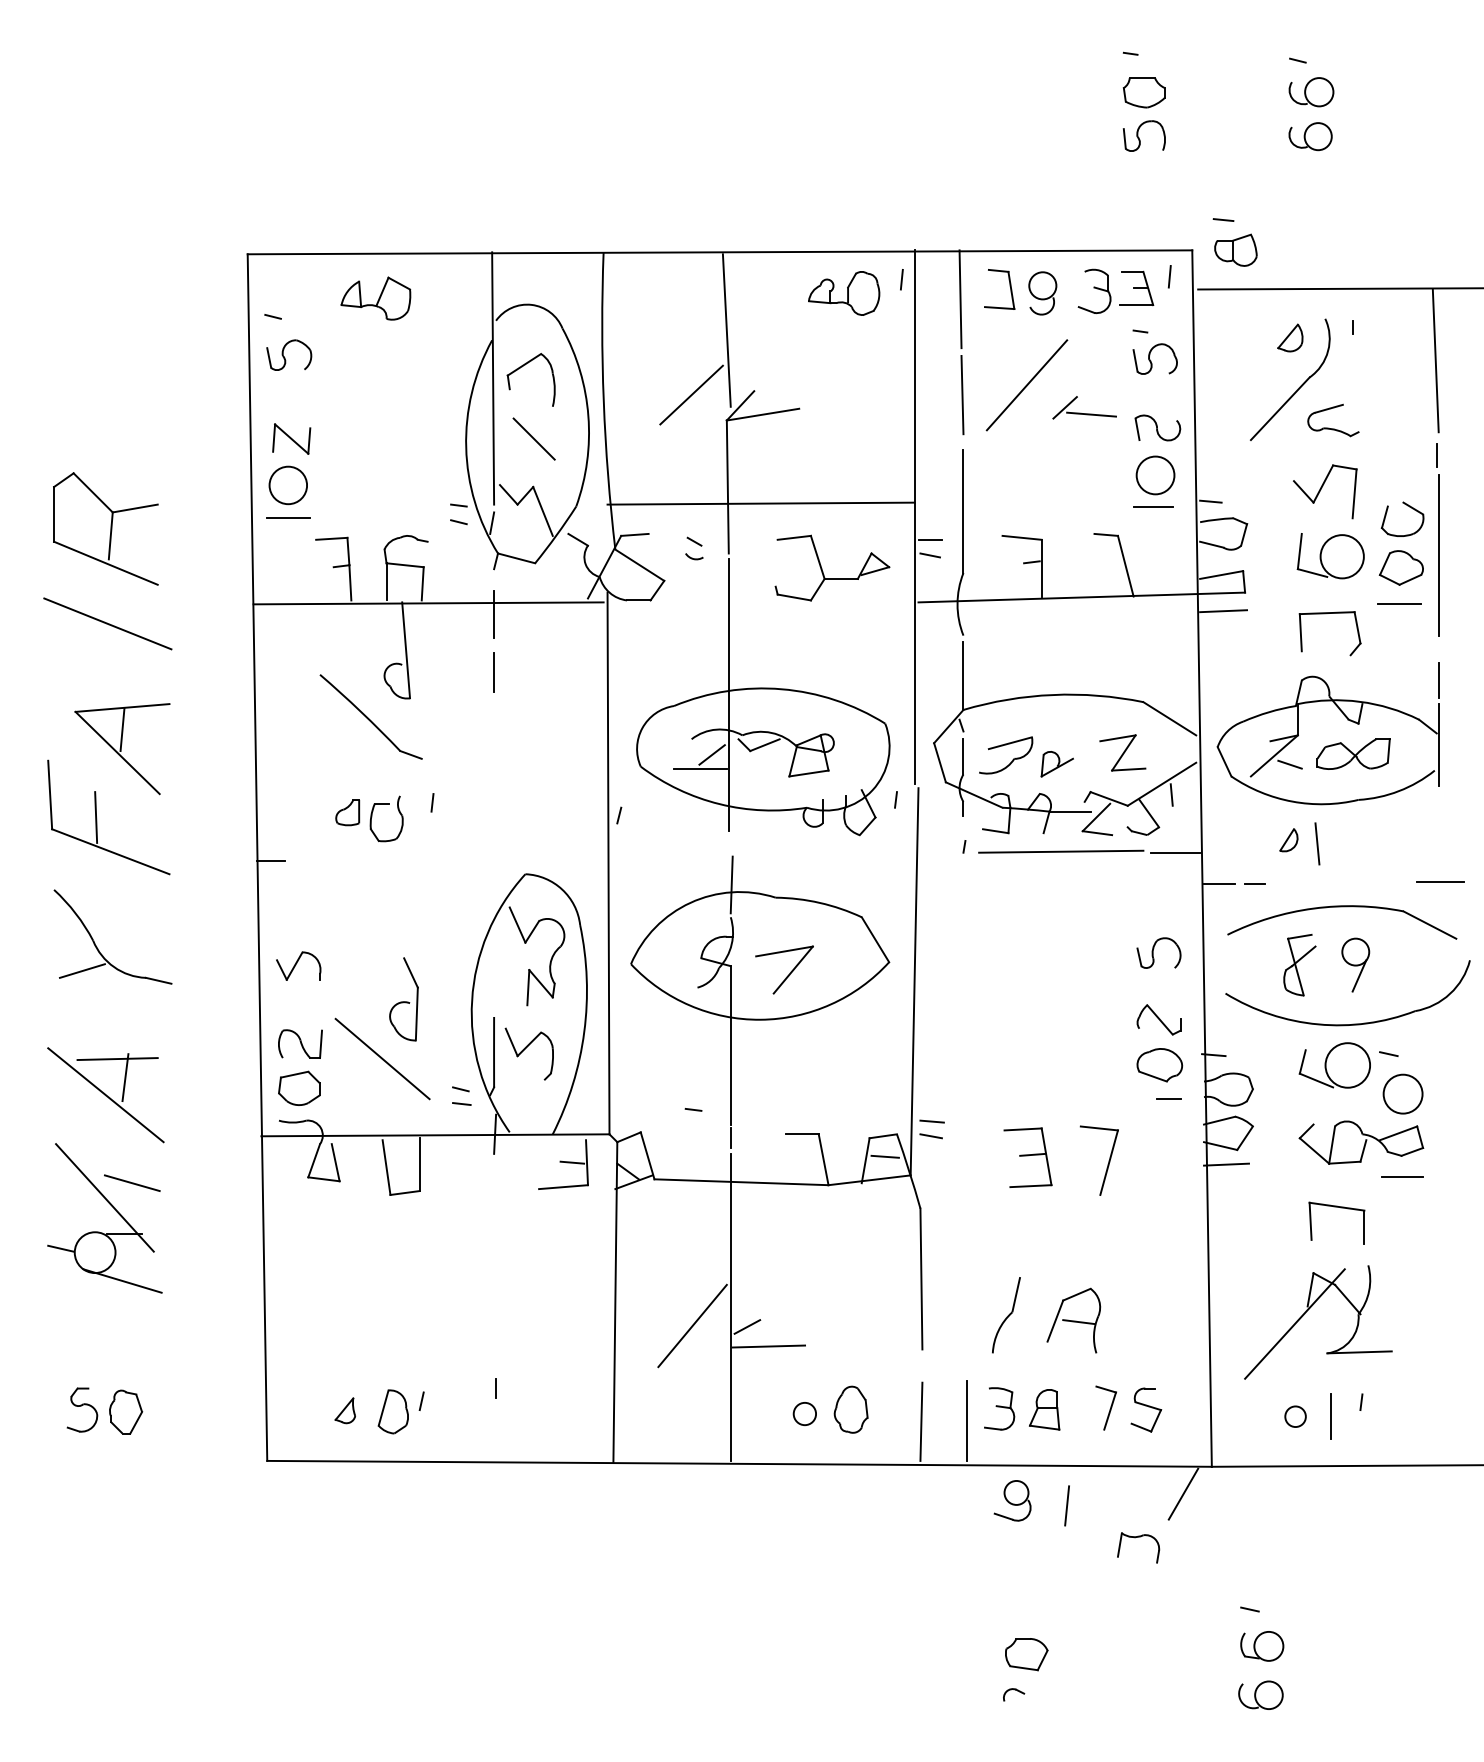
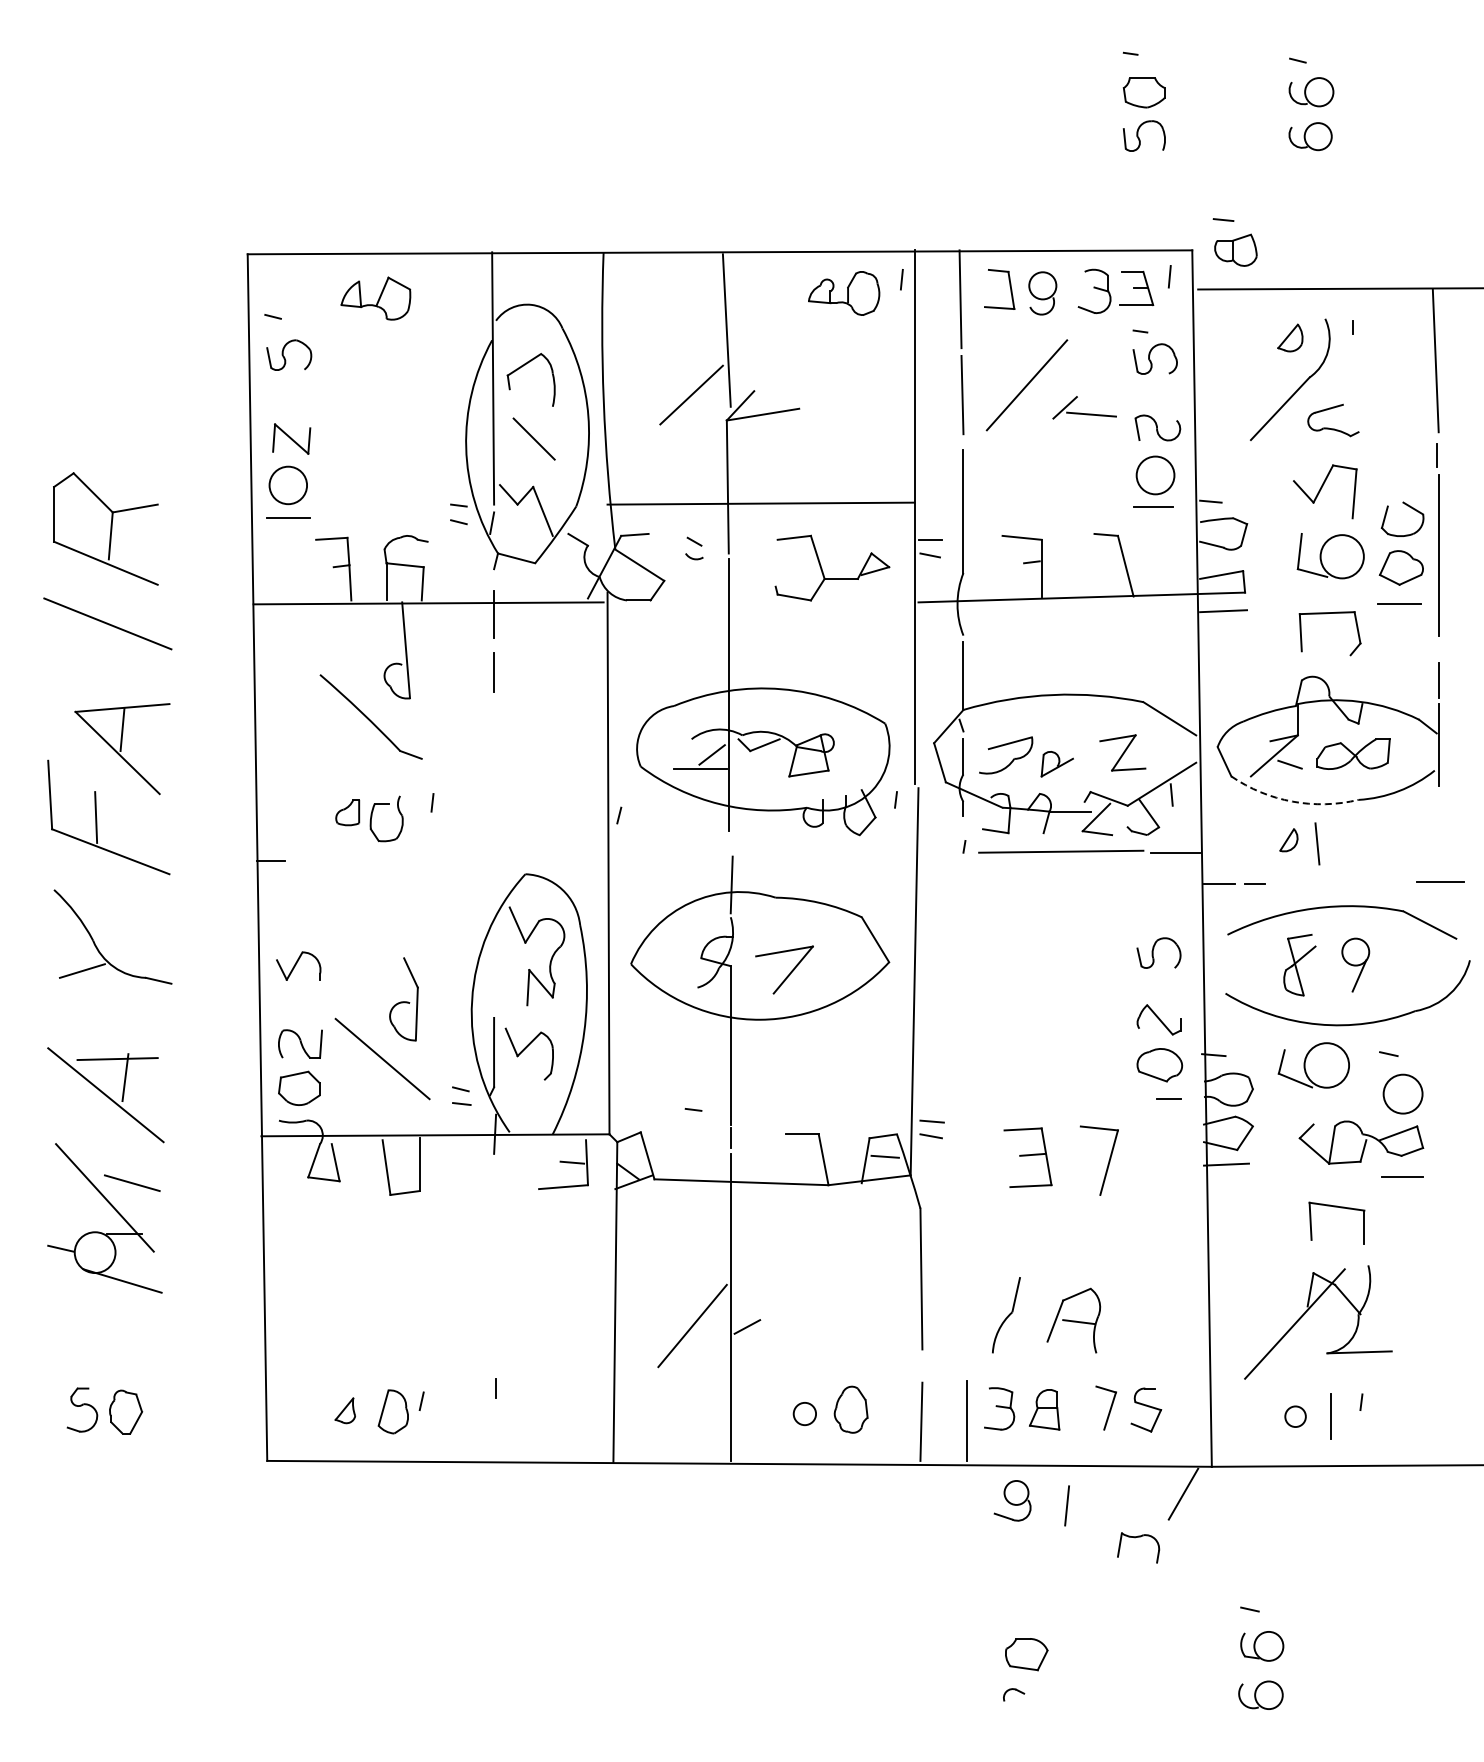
arc at (1292, 801): solid -> dashed
part at (1334, 1065) position: (1334, 1065) -> (1313, 1065)
line at (768, 1346): present -> none
